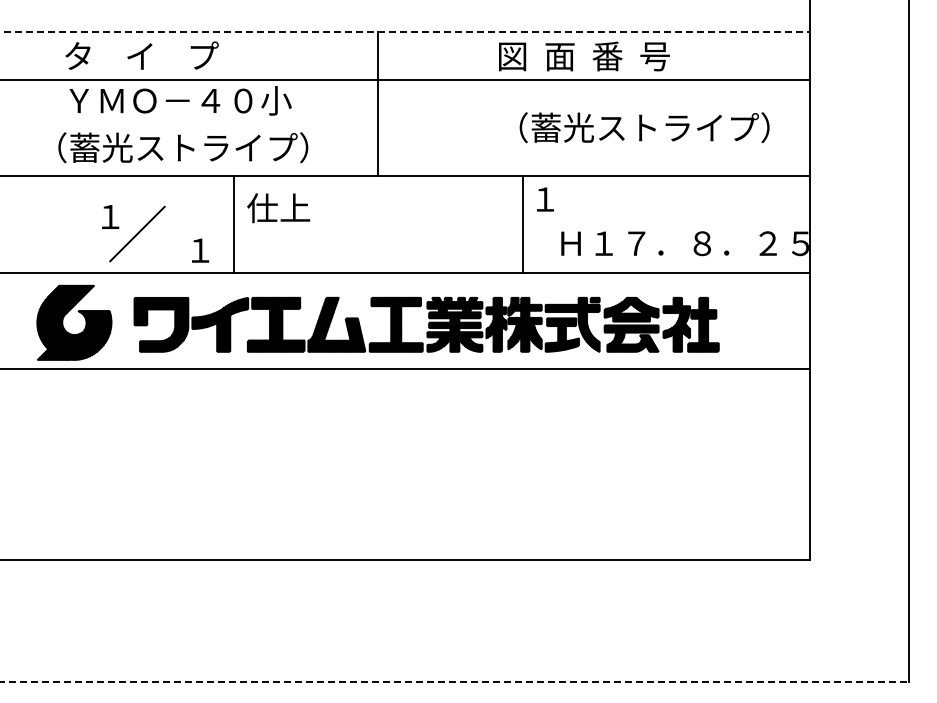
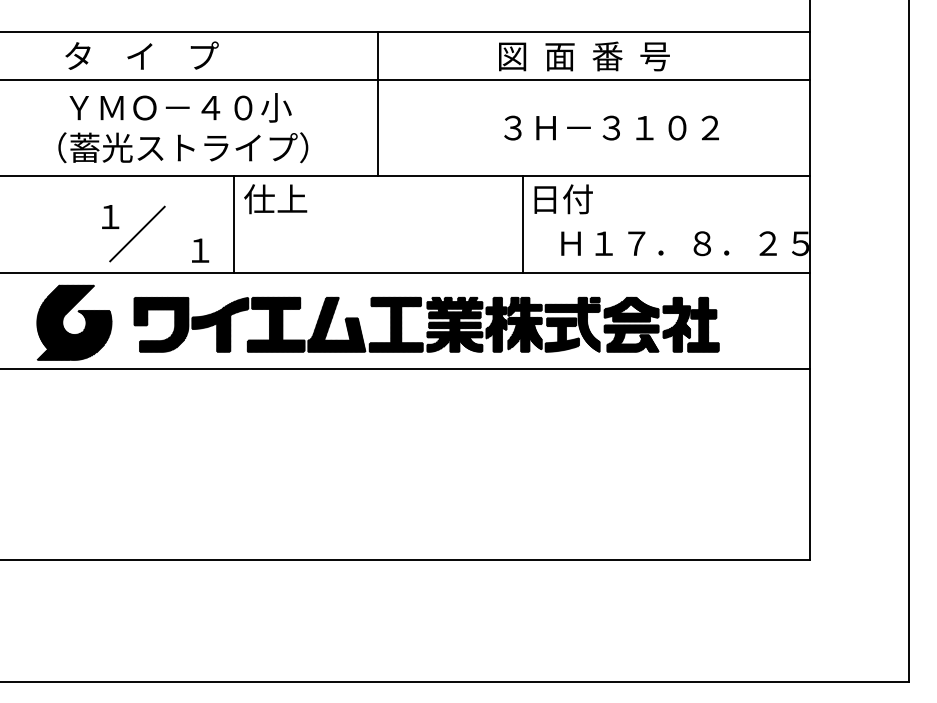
line at (405, 31): dashed -> solid
text at (180, 100) position: (180, 100) -> (180, 107)
text at (636, 127): （蓄光ストライプ） -> ３Ｈ－３１０２
text at (563, 199): １ -> 日付
text at (278, 208) position: (278, 208) -> (275, 199)
line at (454, 681): dashed -> solid
